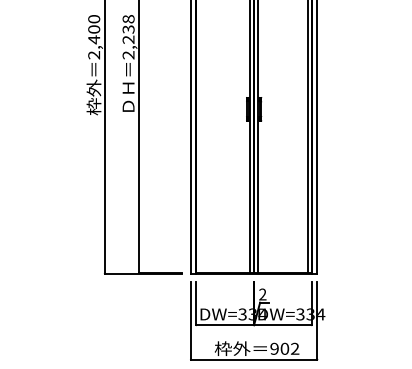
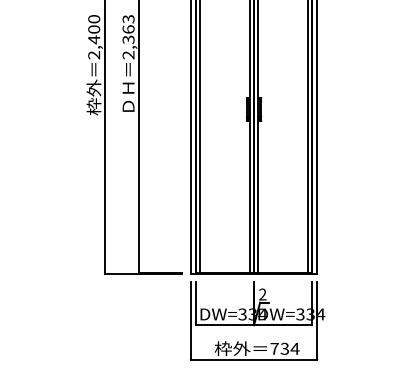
text at (128, 29): 2,238 -> 2,363
line at (200, 137): none -> present
text at (284, 348): 902 -> 734
